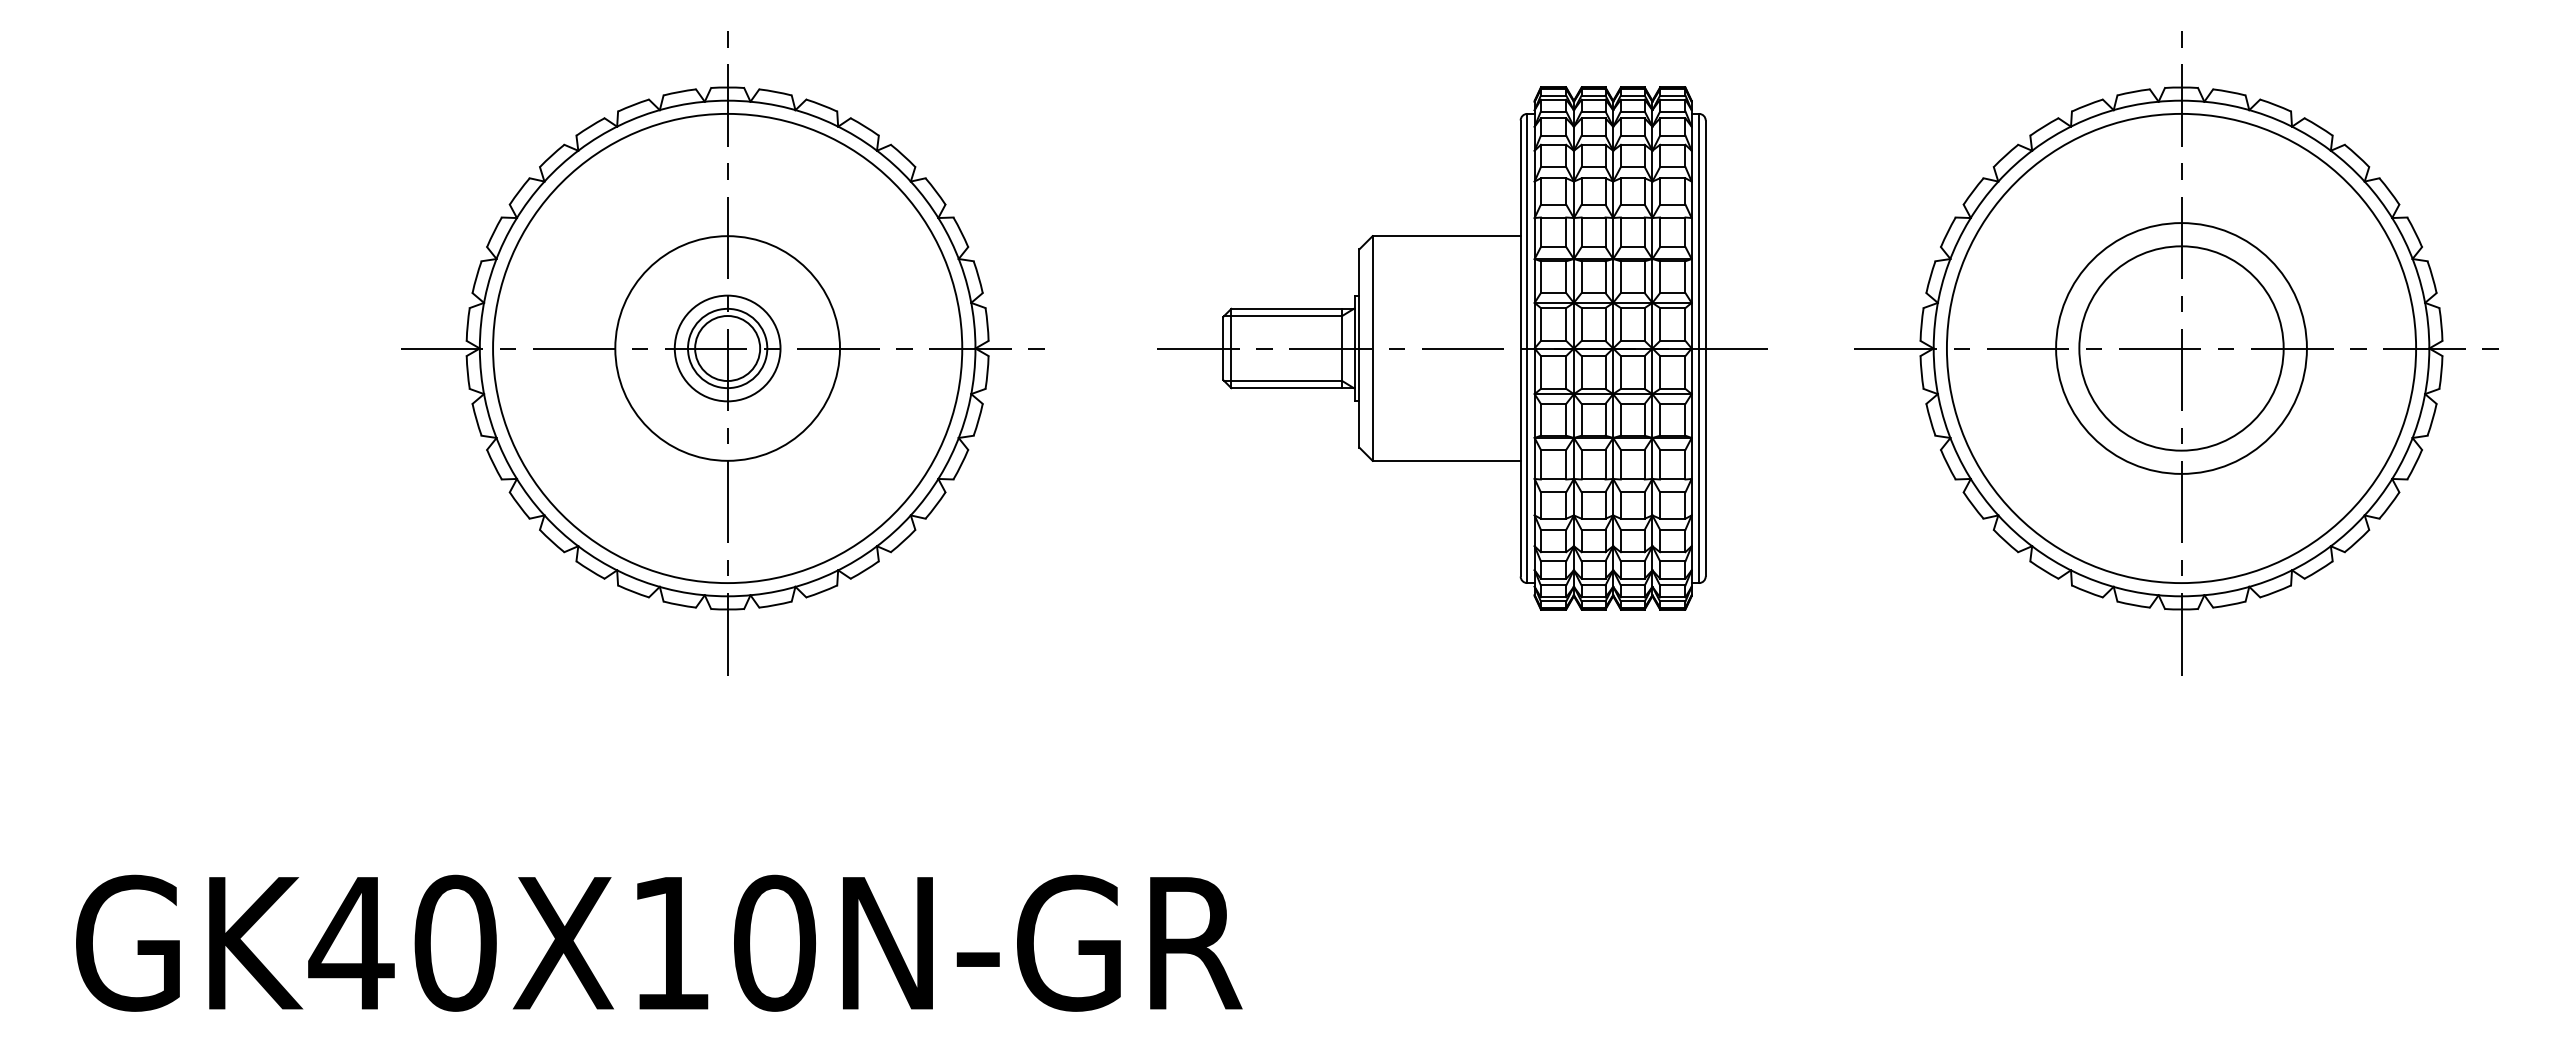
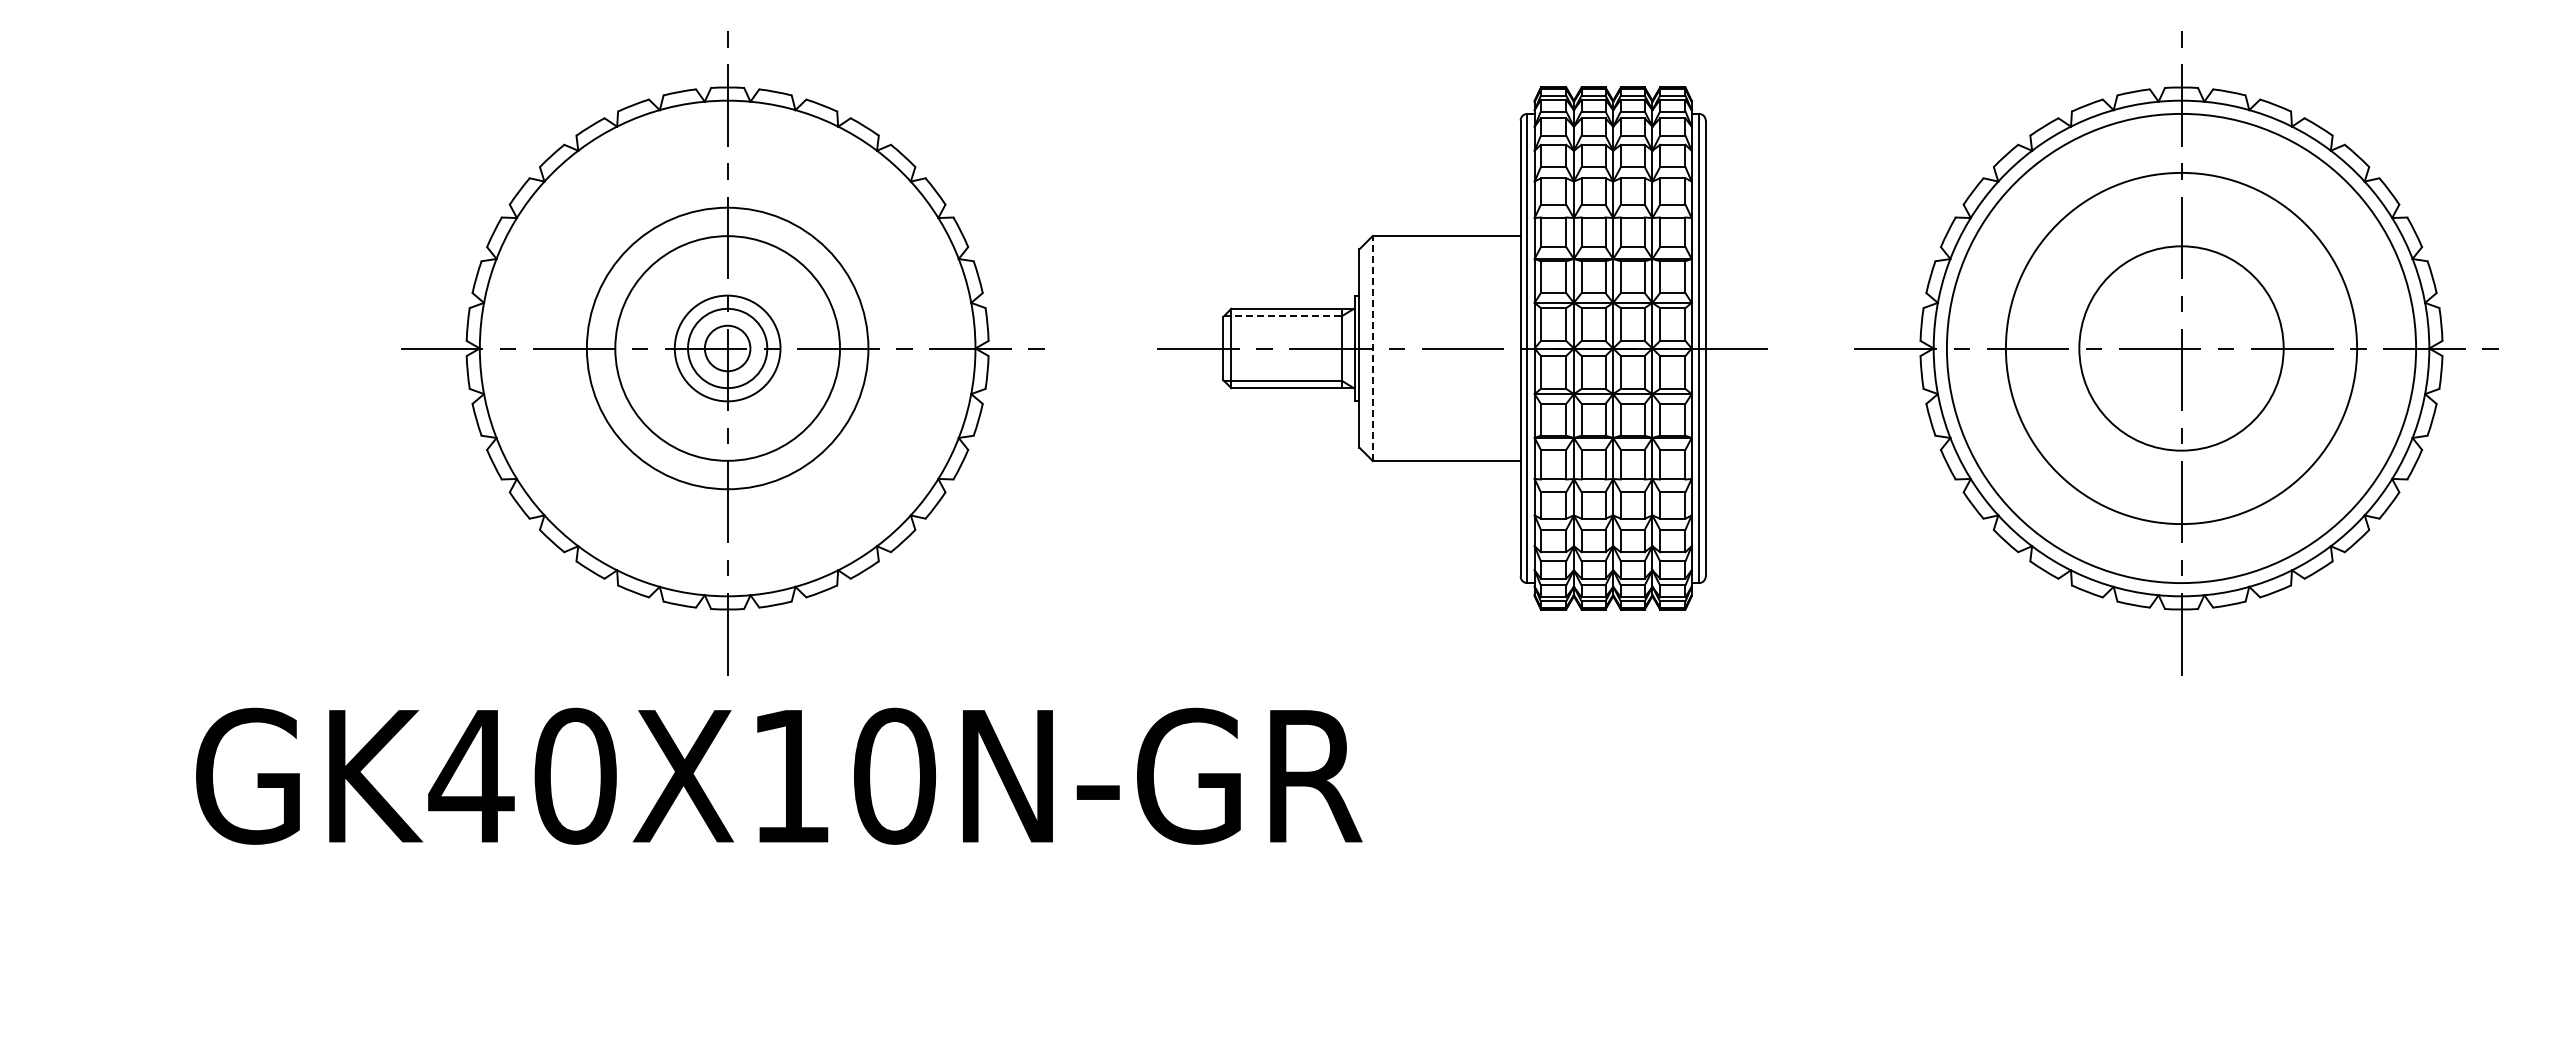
line at (1283, 315): solid -> dashed
circle at (727, 348) diameter: 469 px -> 282 px
circle at (727, 348) diameter: 65 px -> 46 px
line at (1372, 348): solid -> dashed
circle at (2181, 348) diameter: 251 px -> 351 px
text at (659, 942) position: (659, 942) -> (779, 775)
